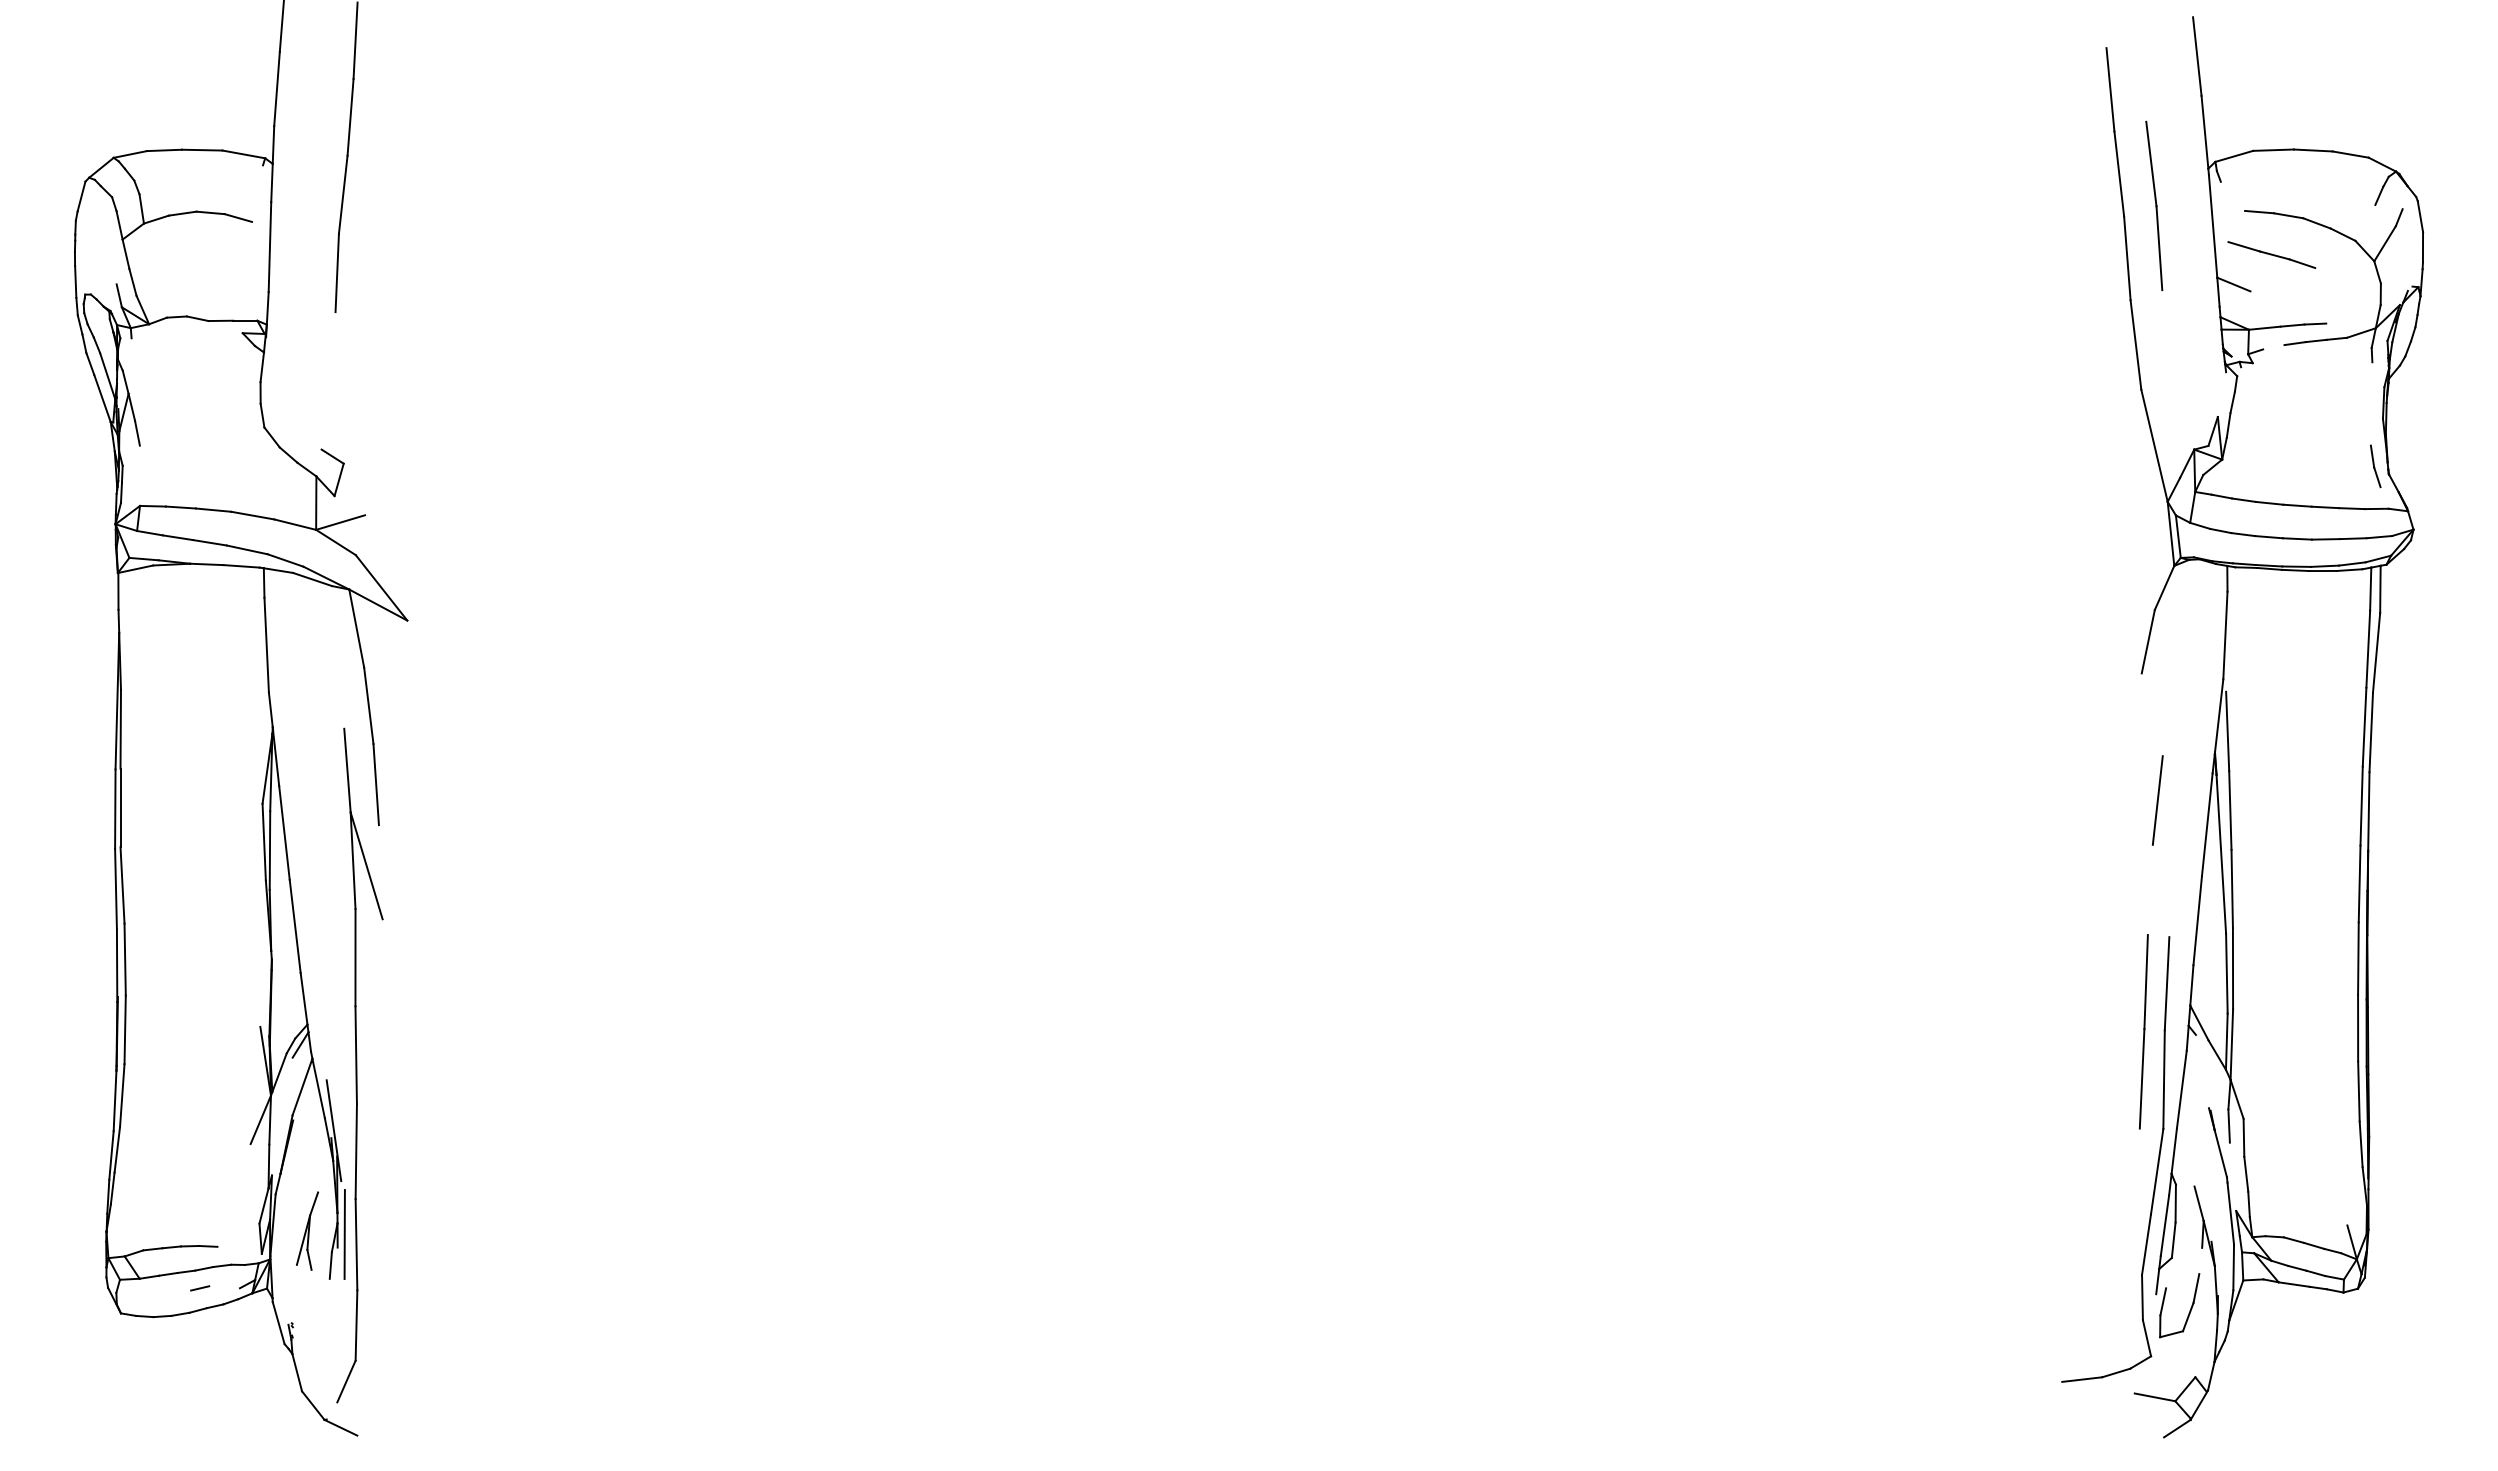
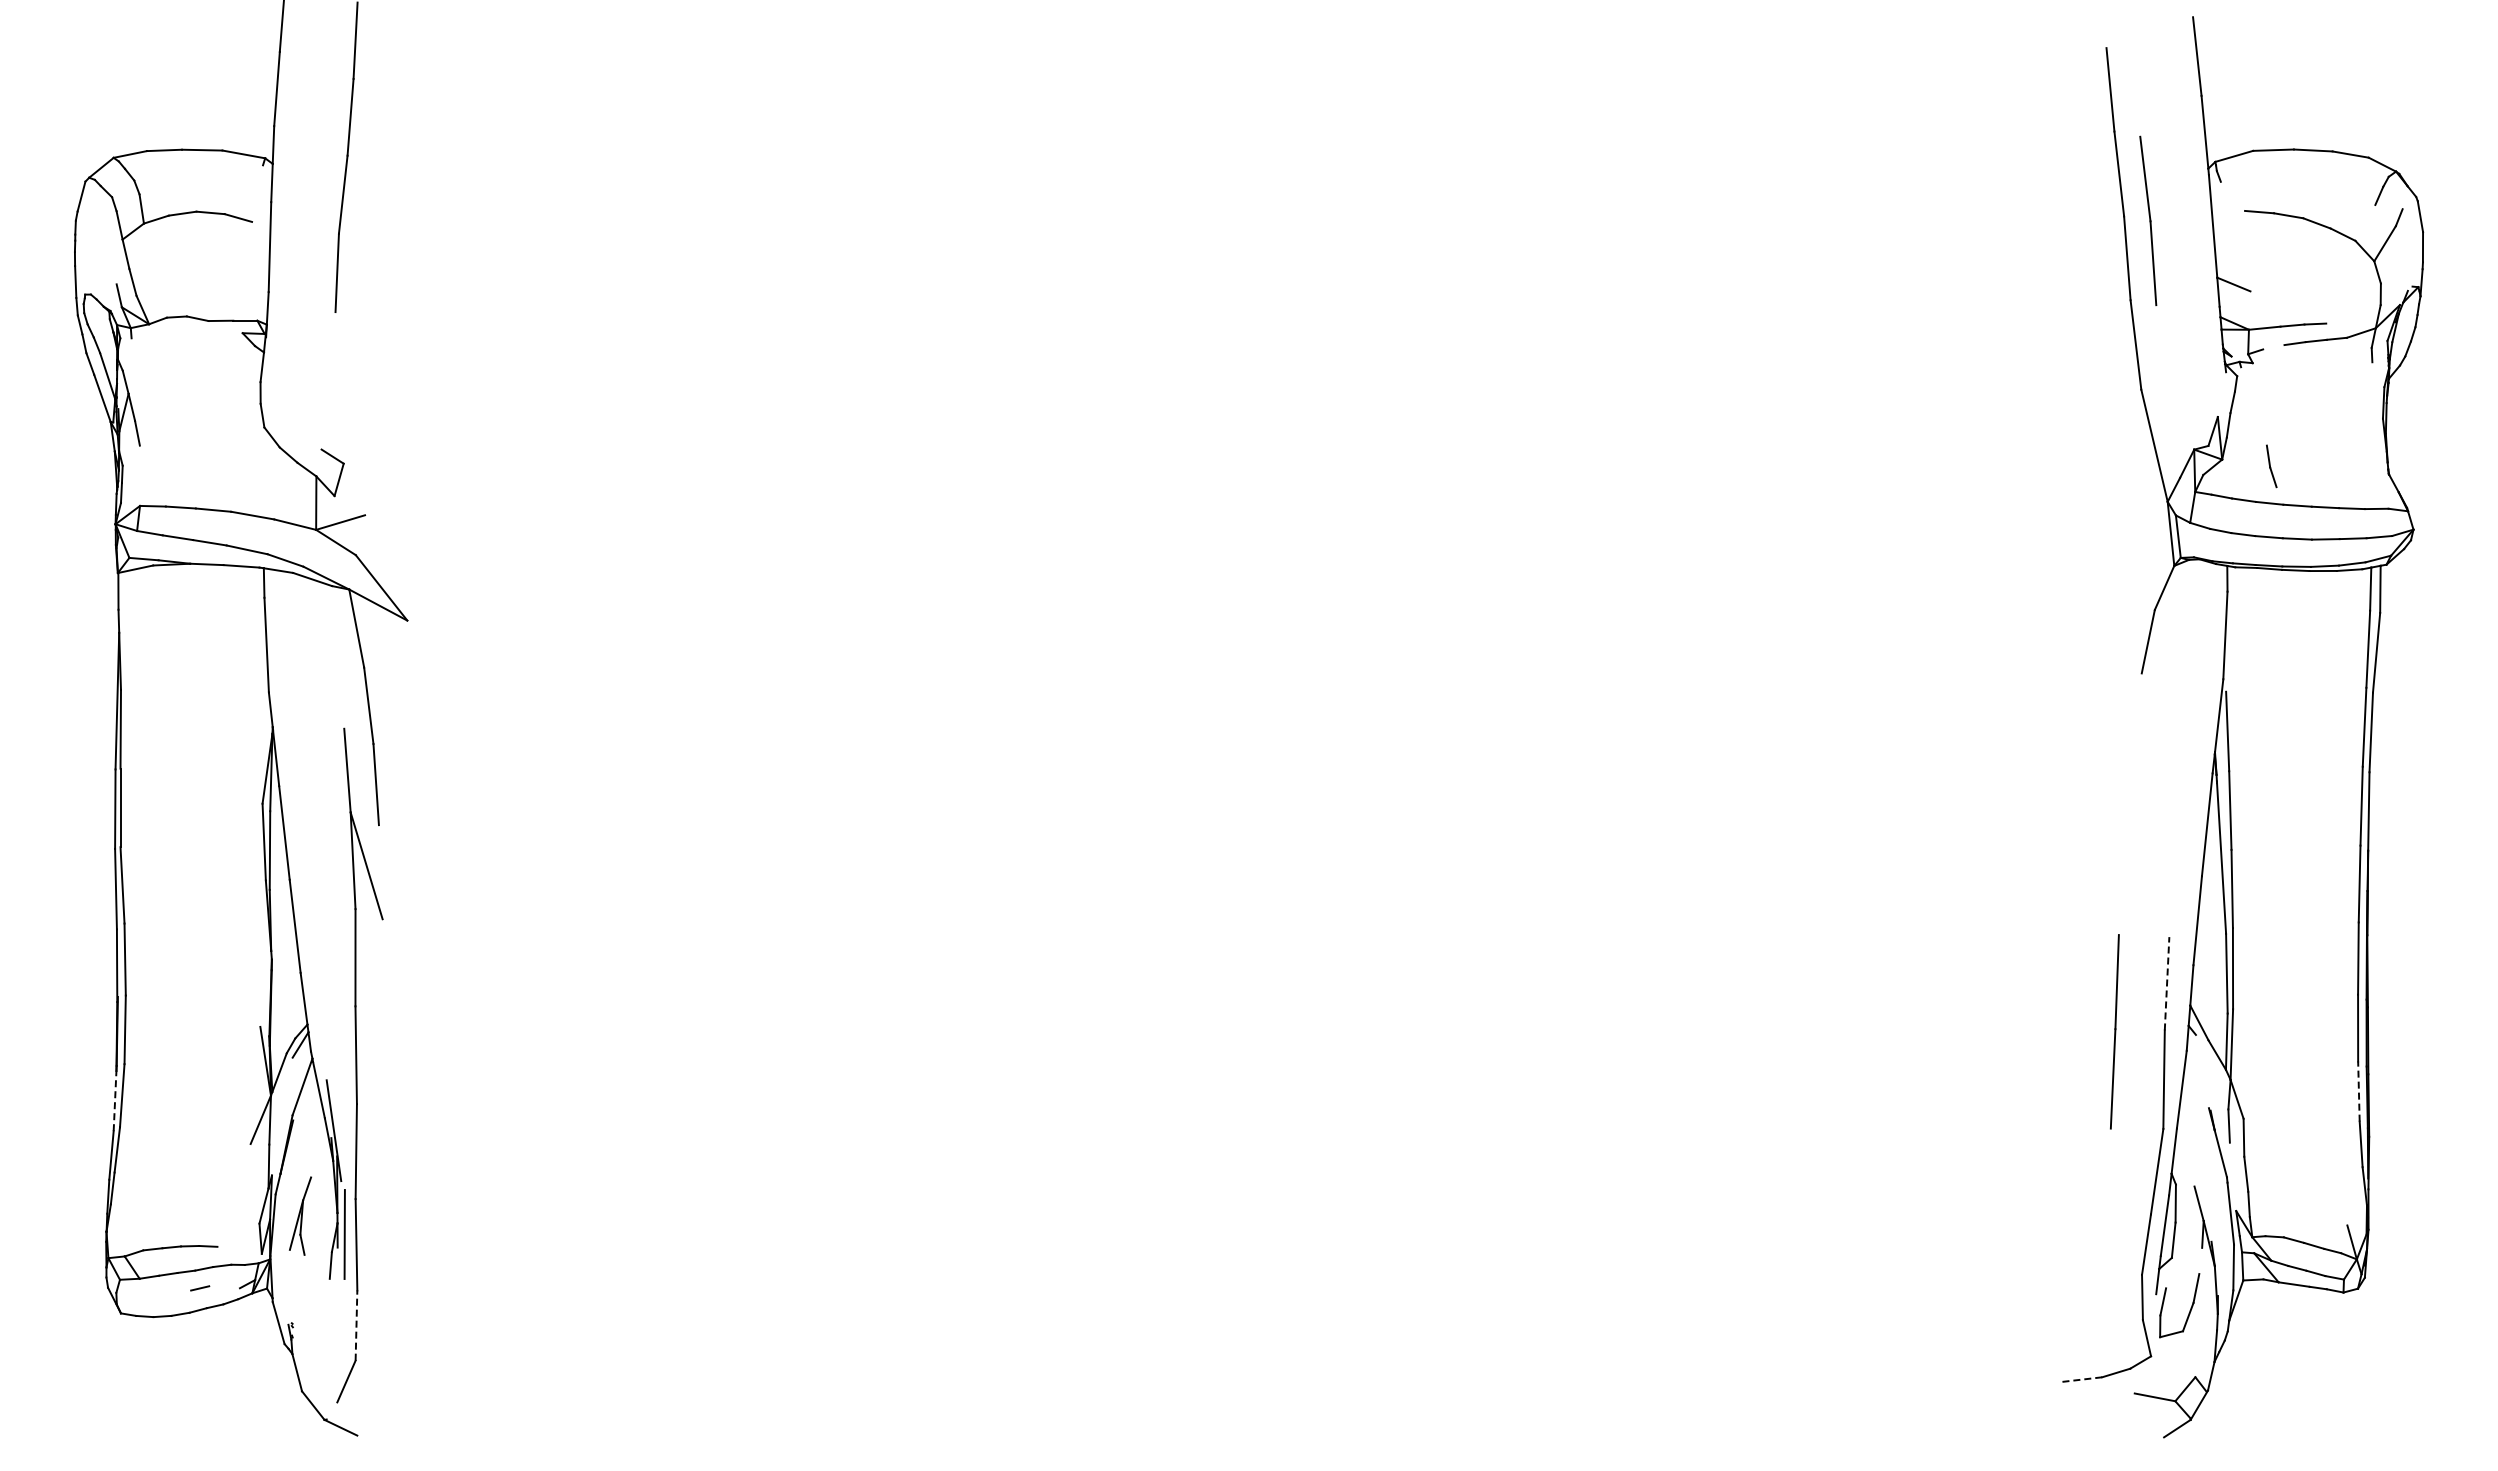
part at (2154, 205) position: (2154, 205) -> (2148, 220)
part at (2271, 254): present -> none
part at (2375, 466) position: (2375, 466) -> (2271, 466)
line at (2157, 800): present -> none
line at (2167, 983): solid -> dashed
line at (2143, 1031) position: (2143, 1031) -> (2114, 1031)
line at (2358, 1091): solid -> dashed
line at (115, 1100): solid -> dashed
part at (307, 1230) position: (307, 1230) -> (300, 1215)
line at (356, 1325): solid -> dashed
line at (2081, 1379): solid -> dashed
